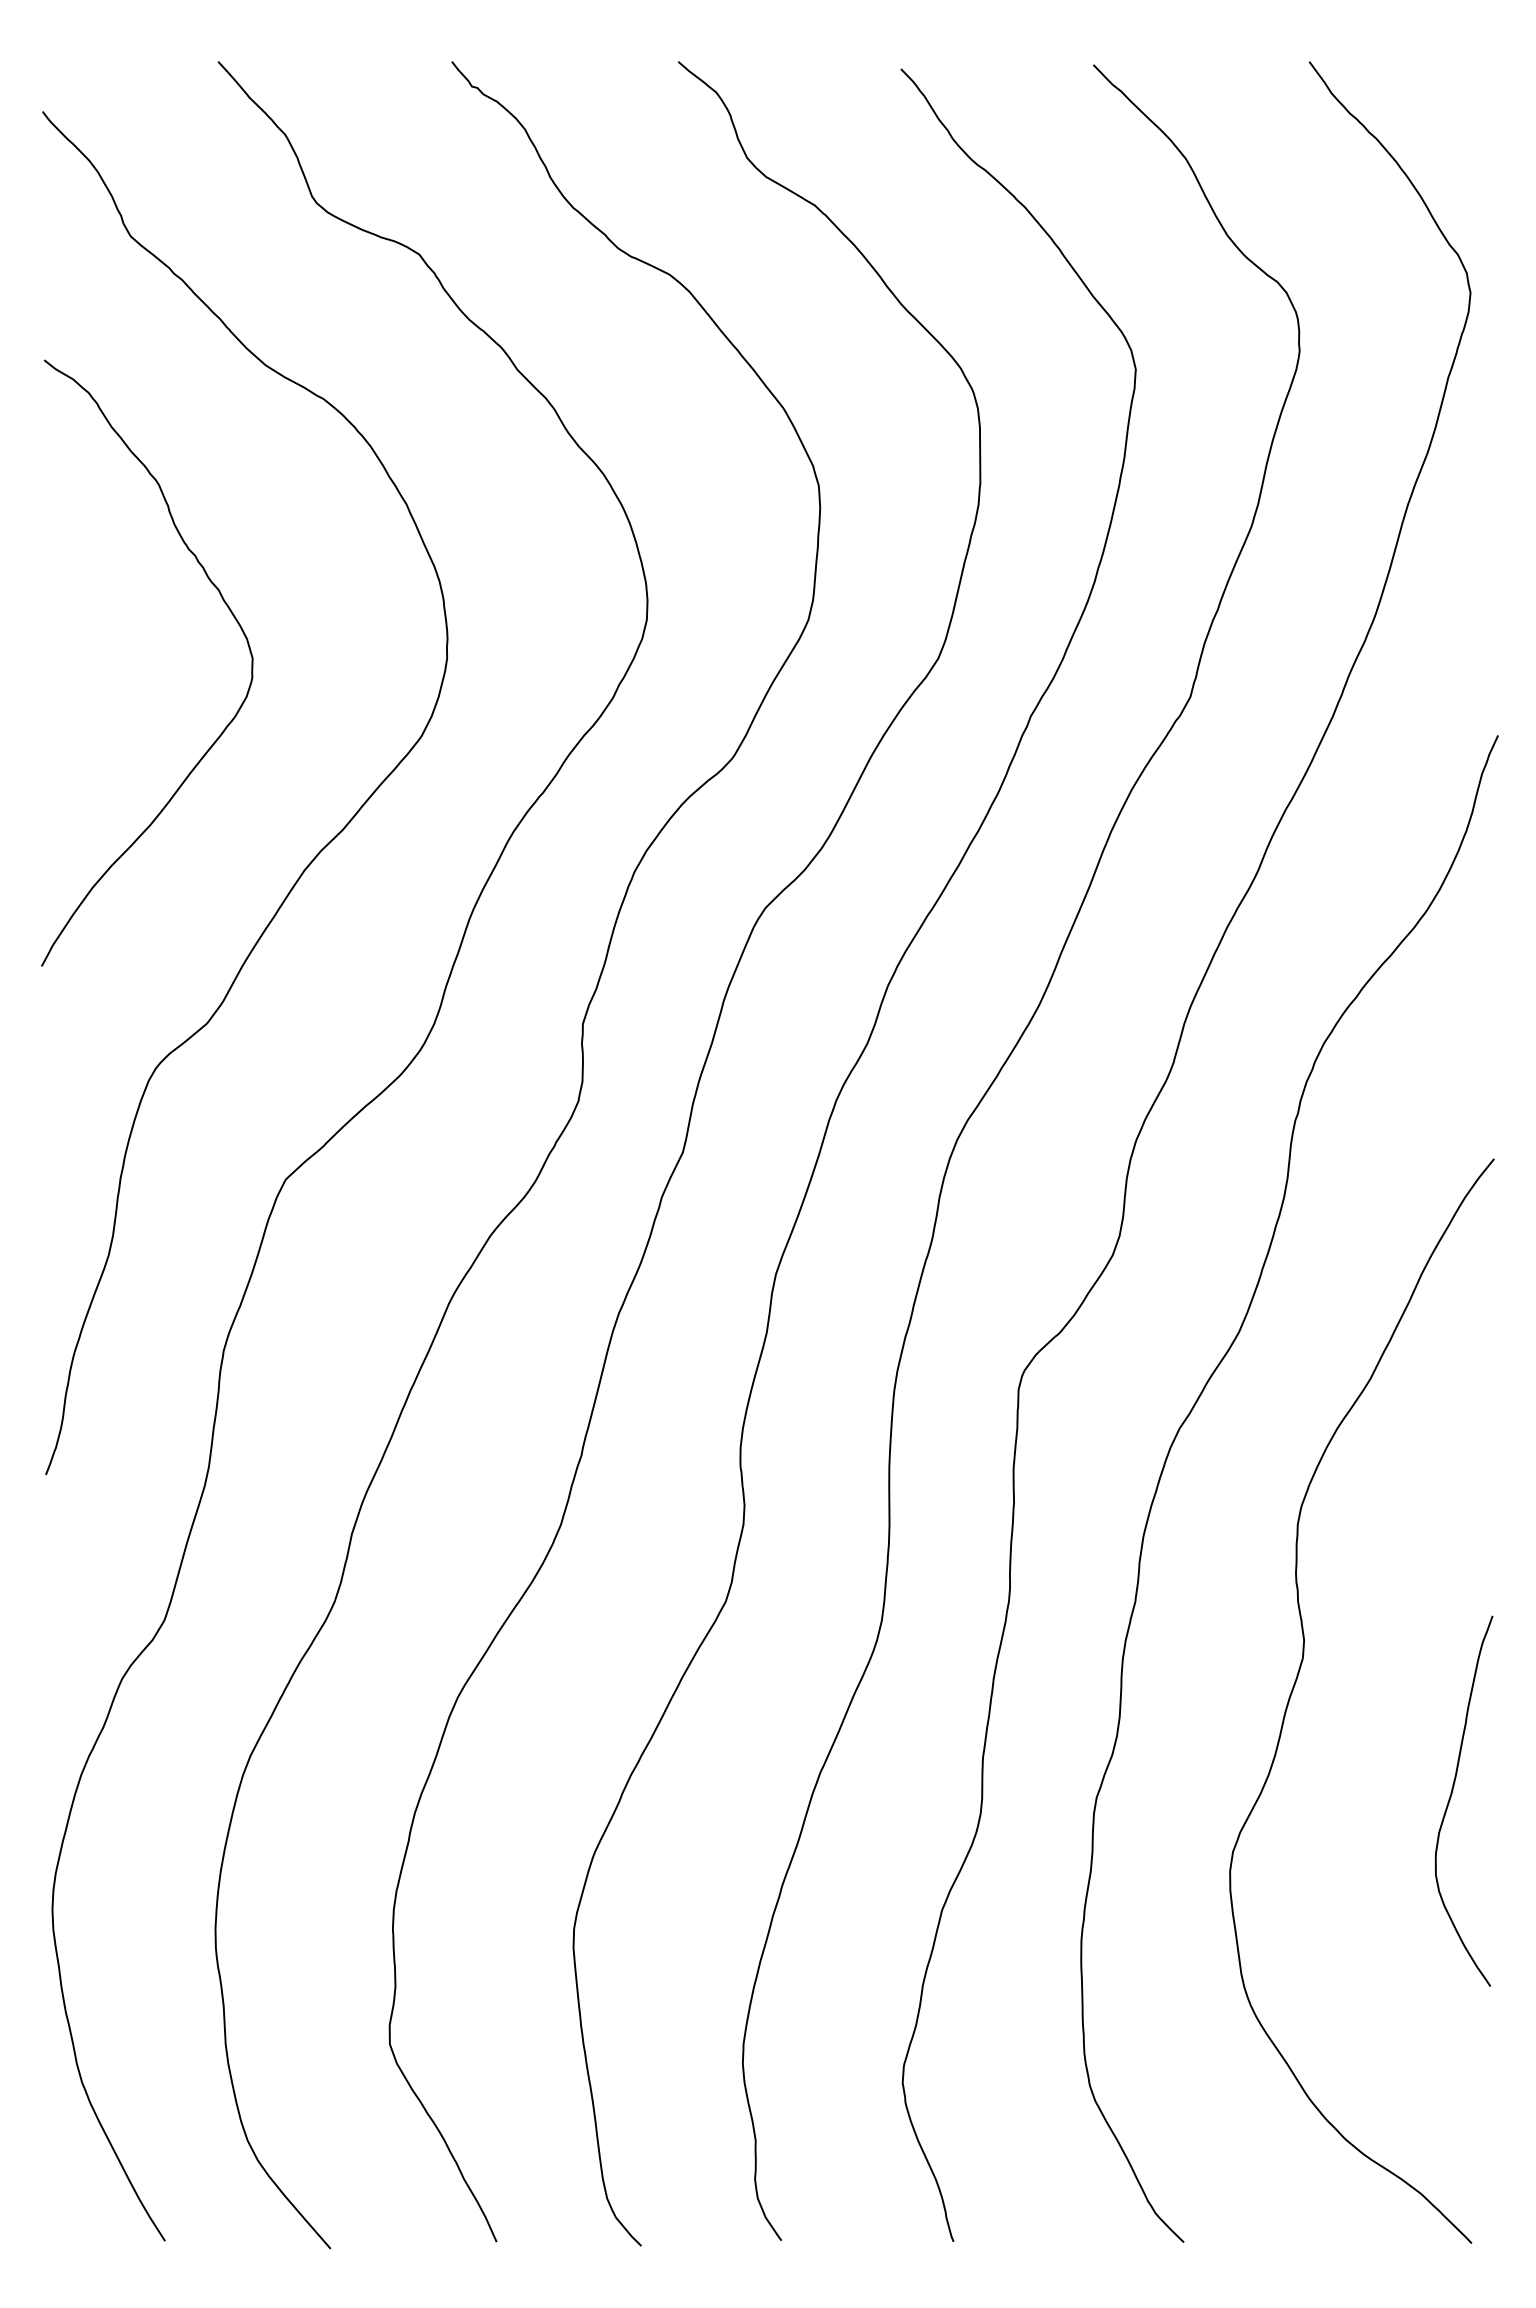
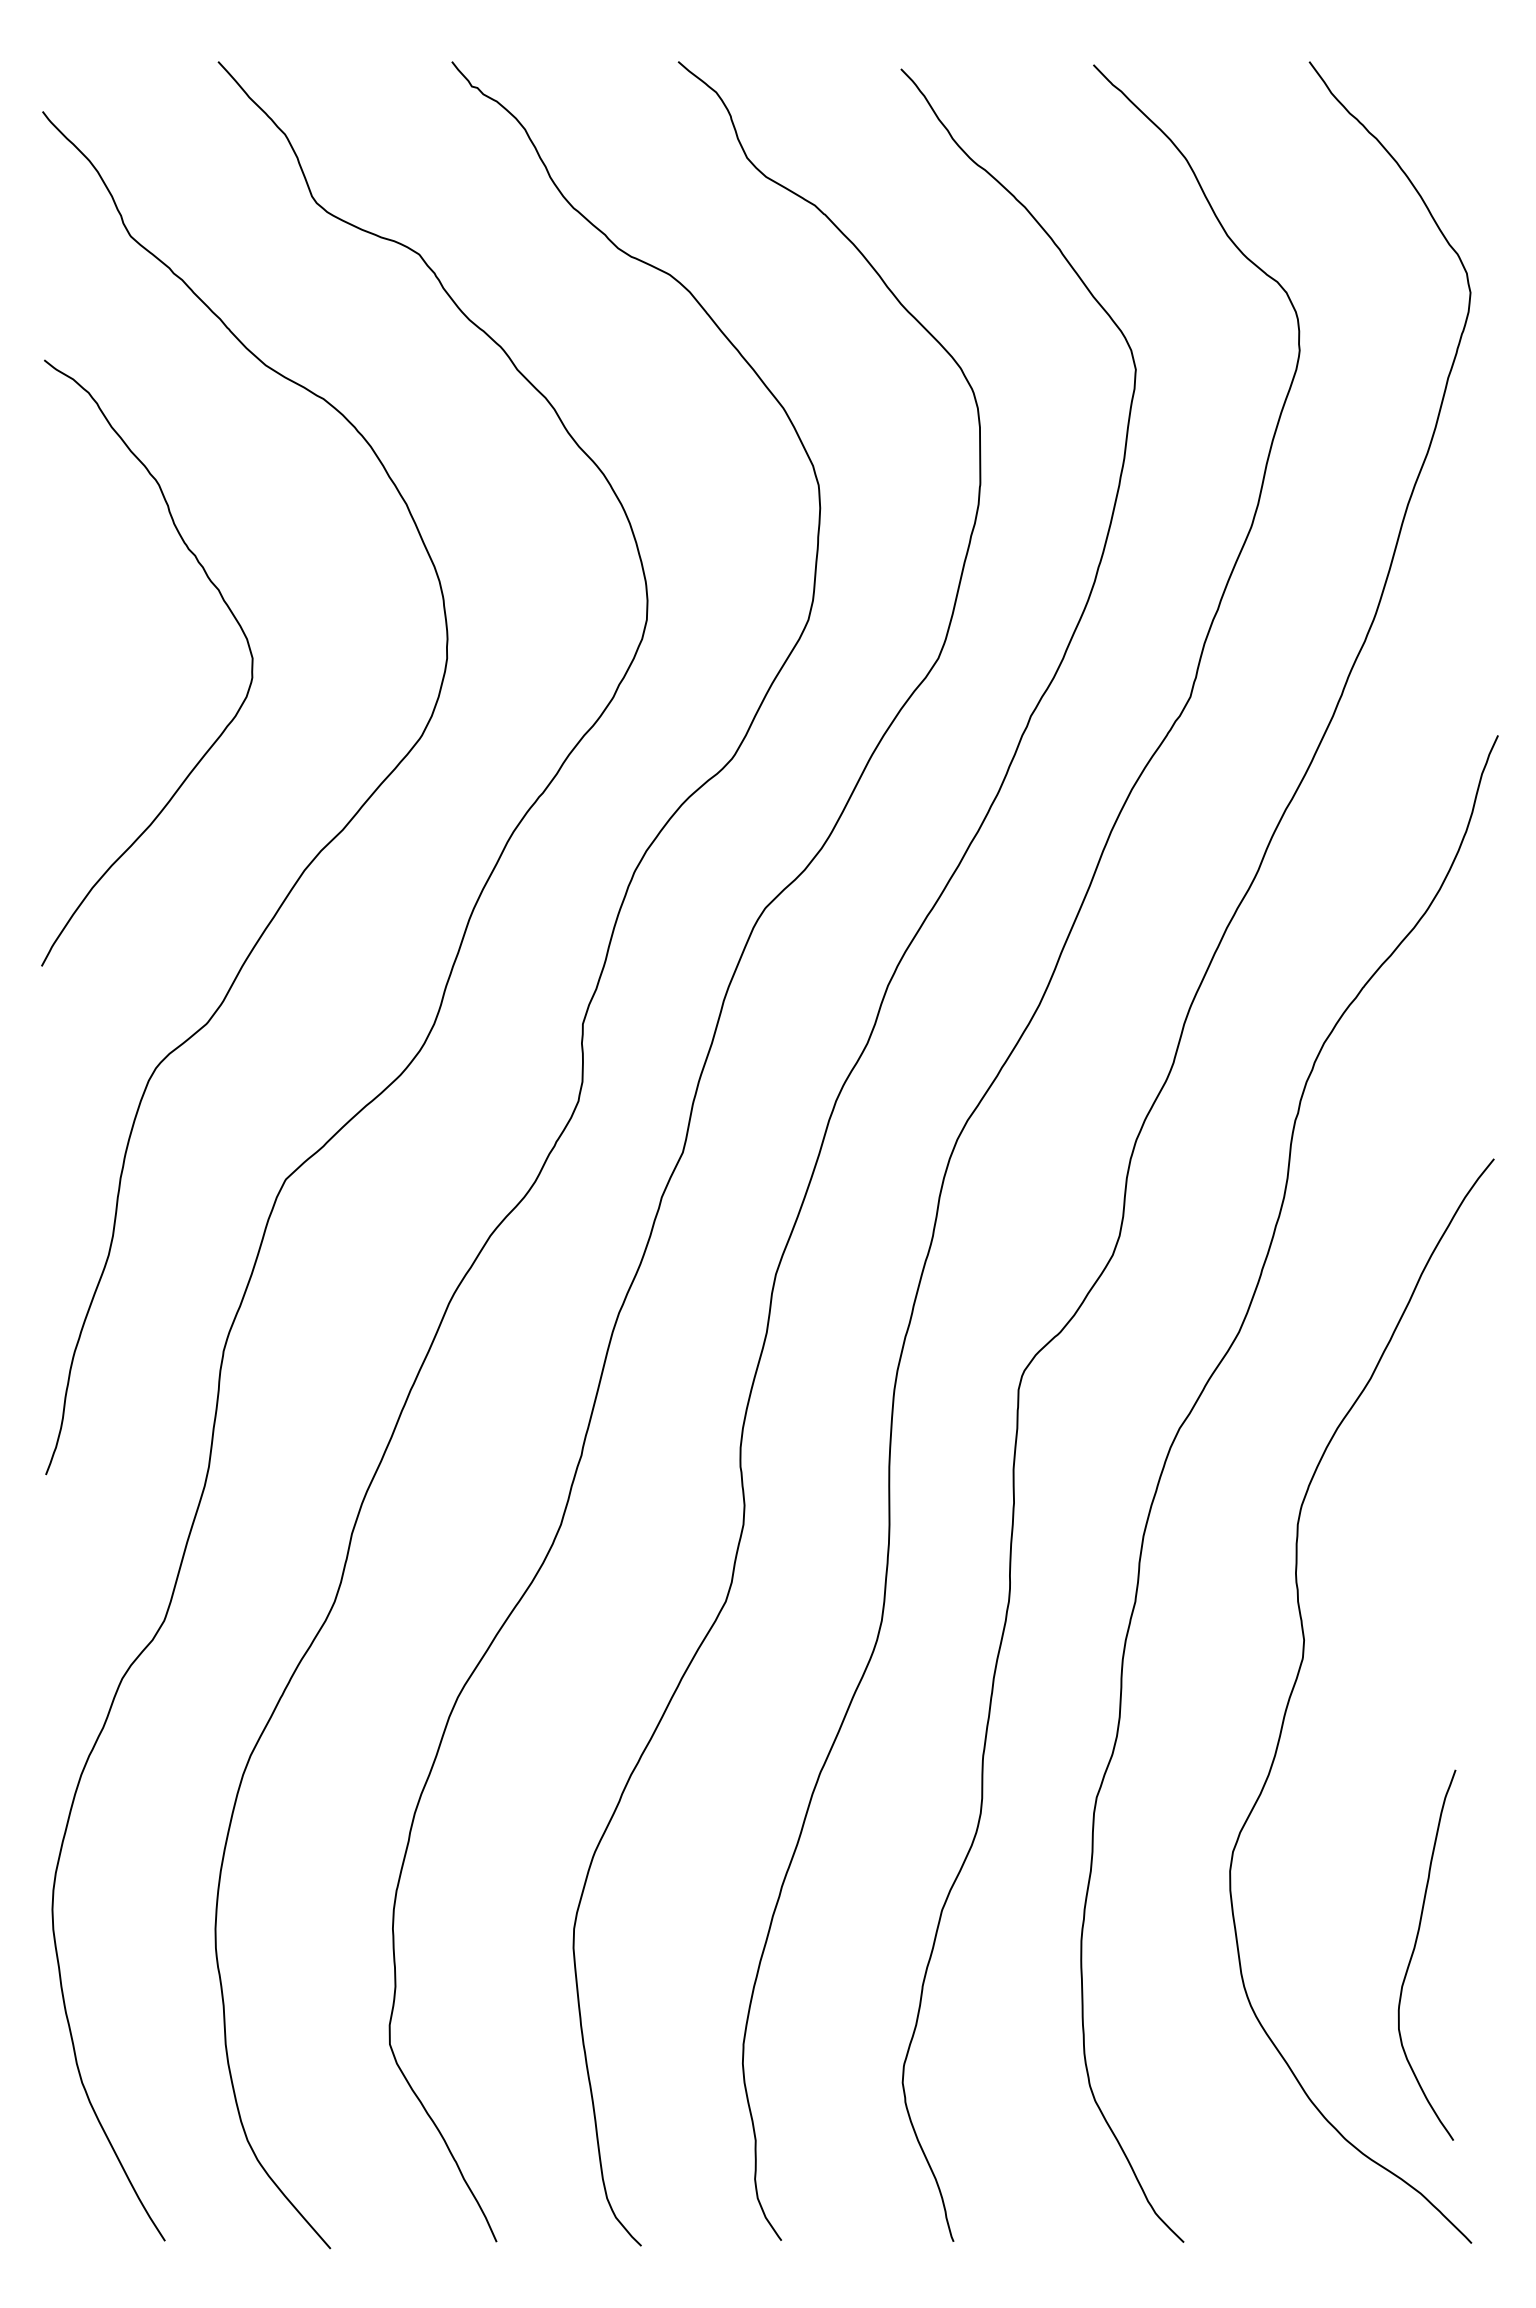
curve at (1451, 1797) position: (1451, 1797) -> (1414, 1951)
